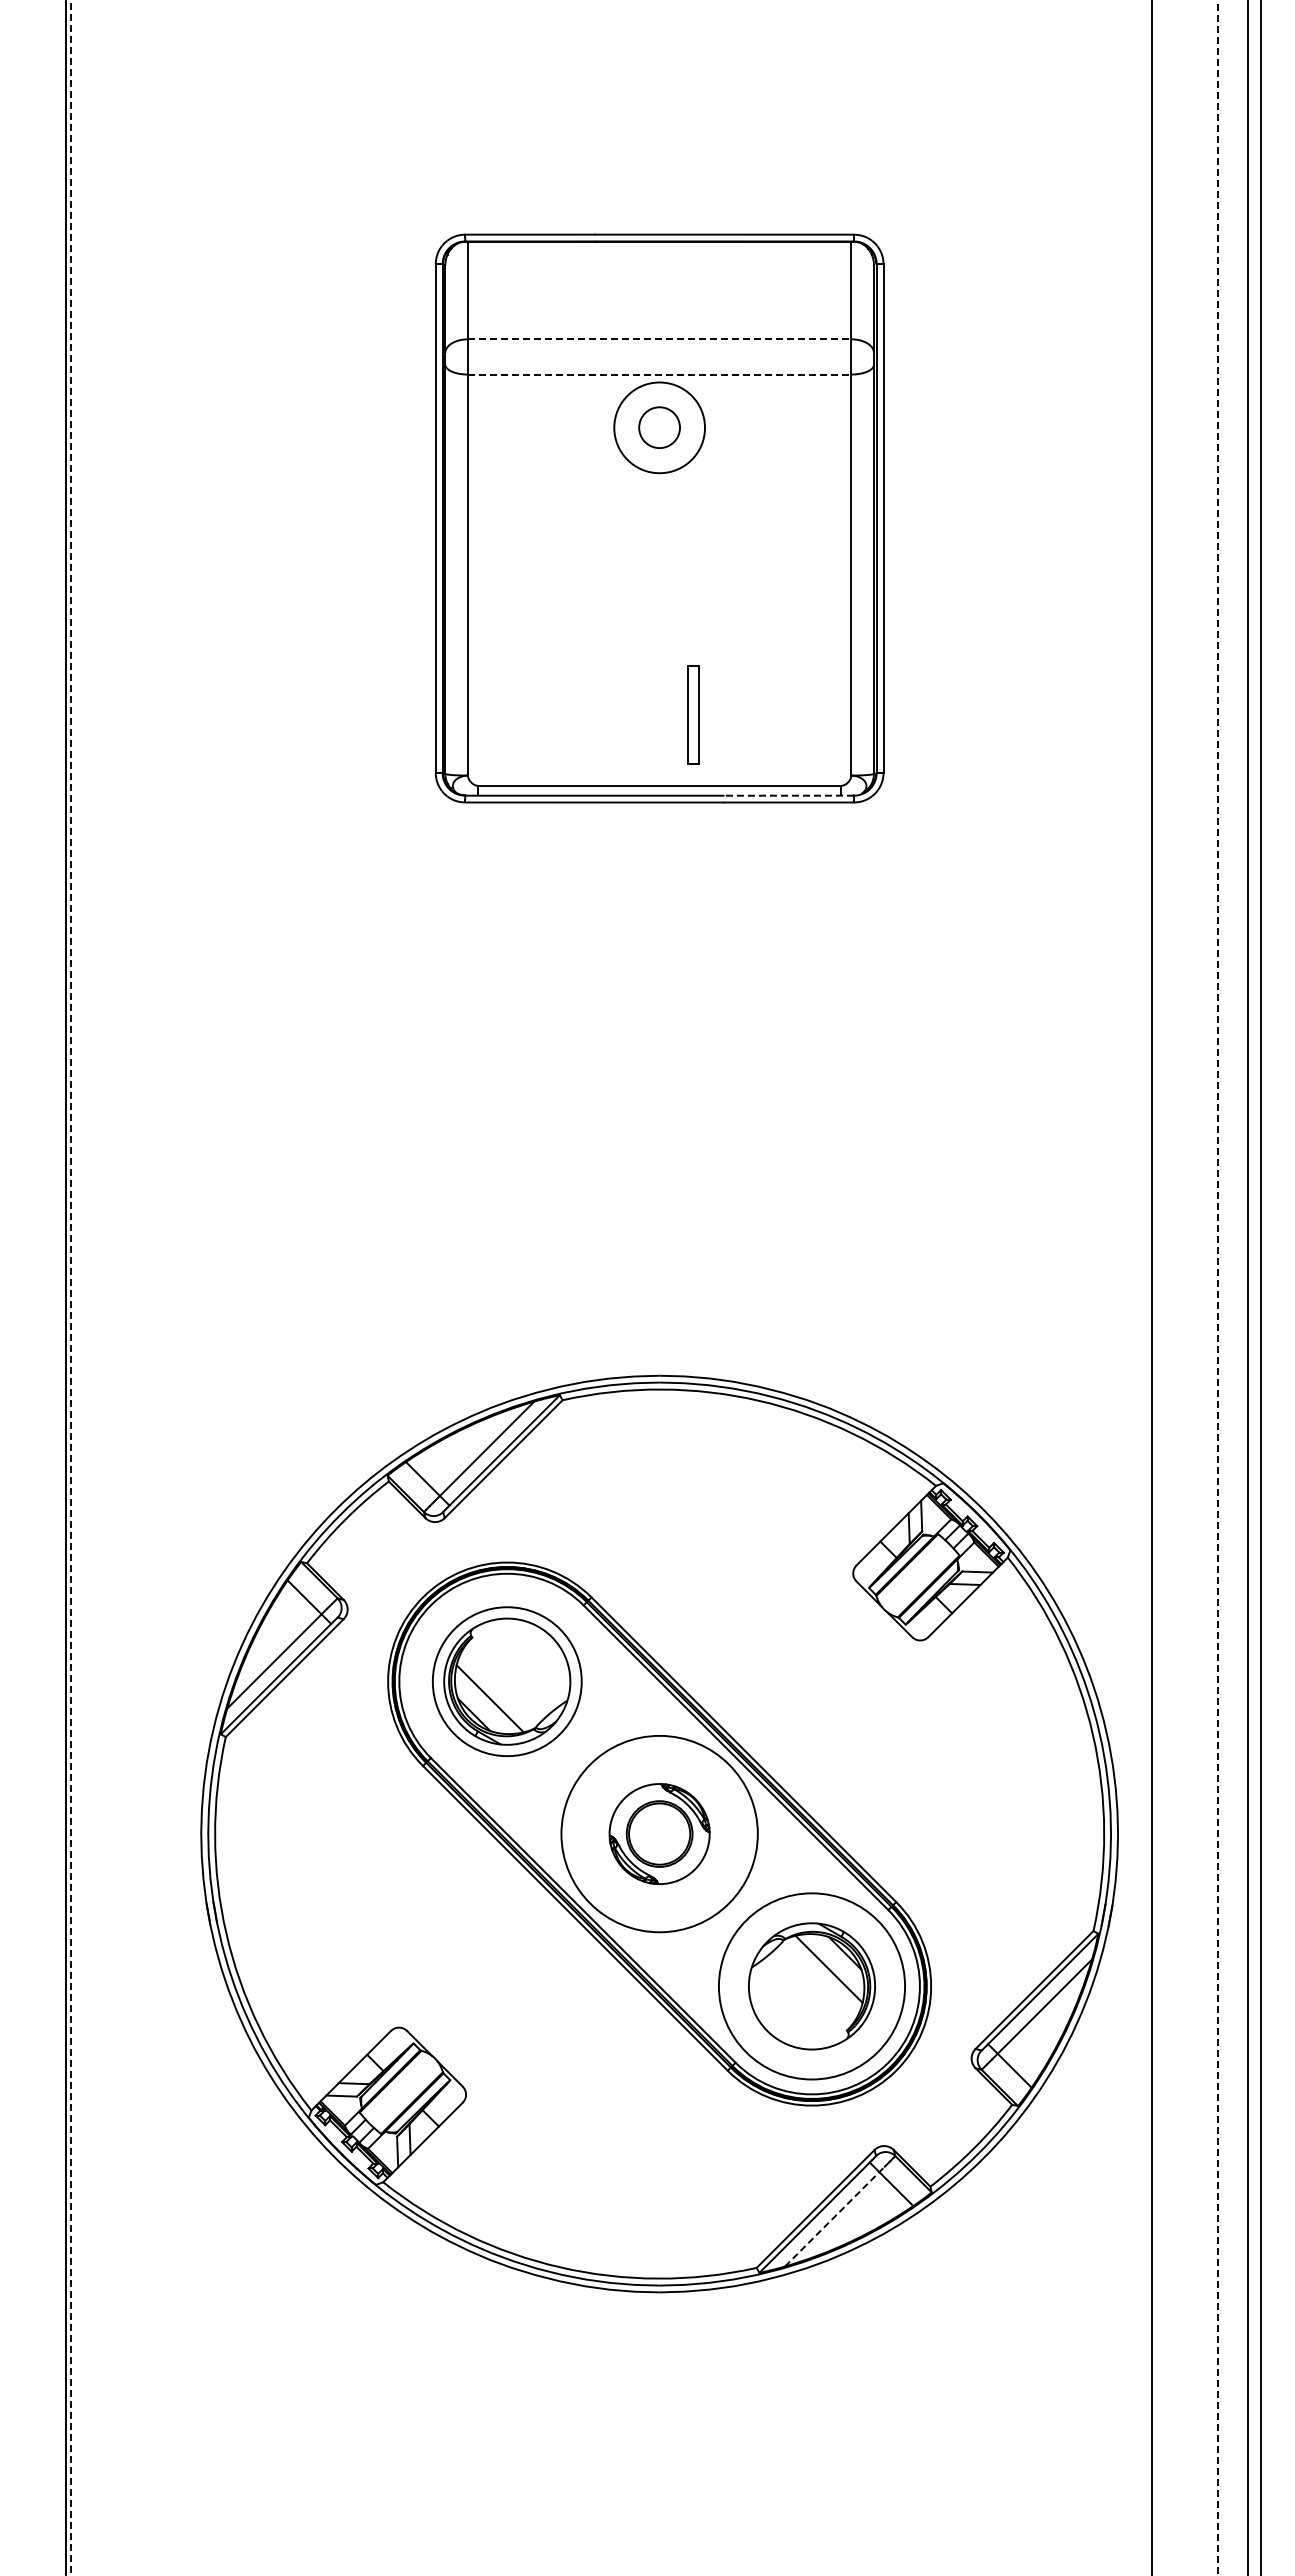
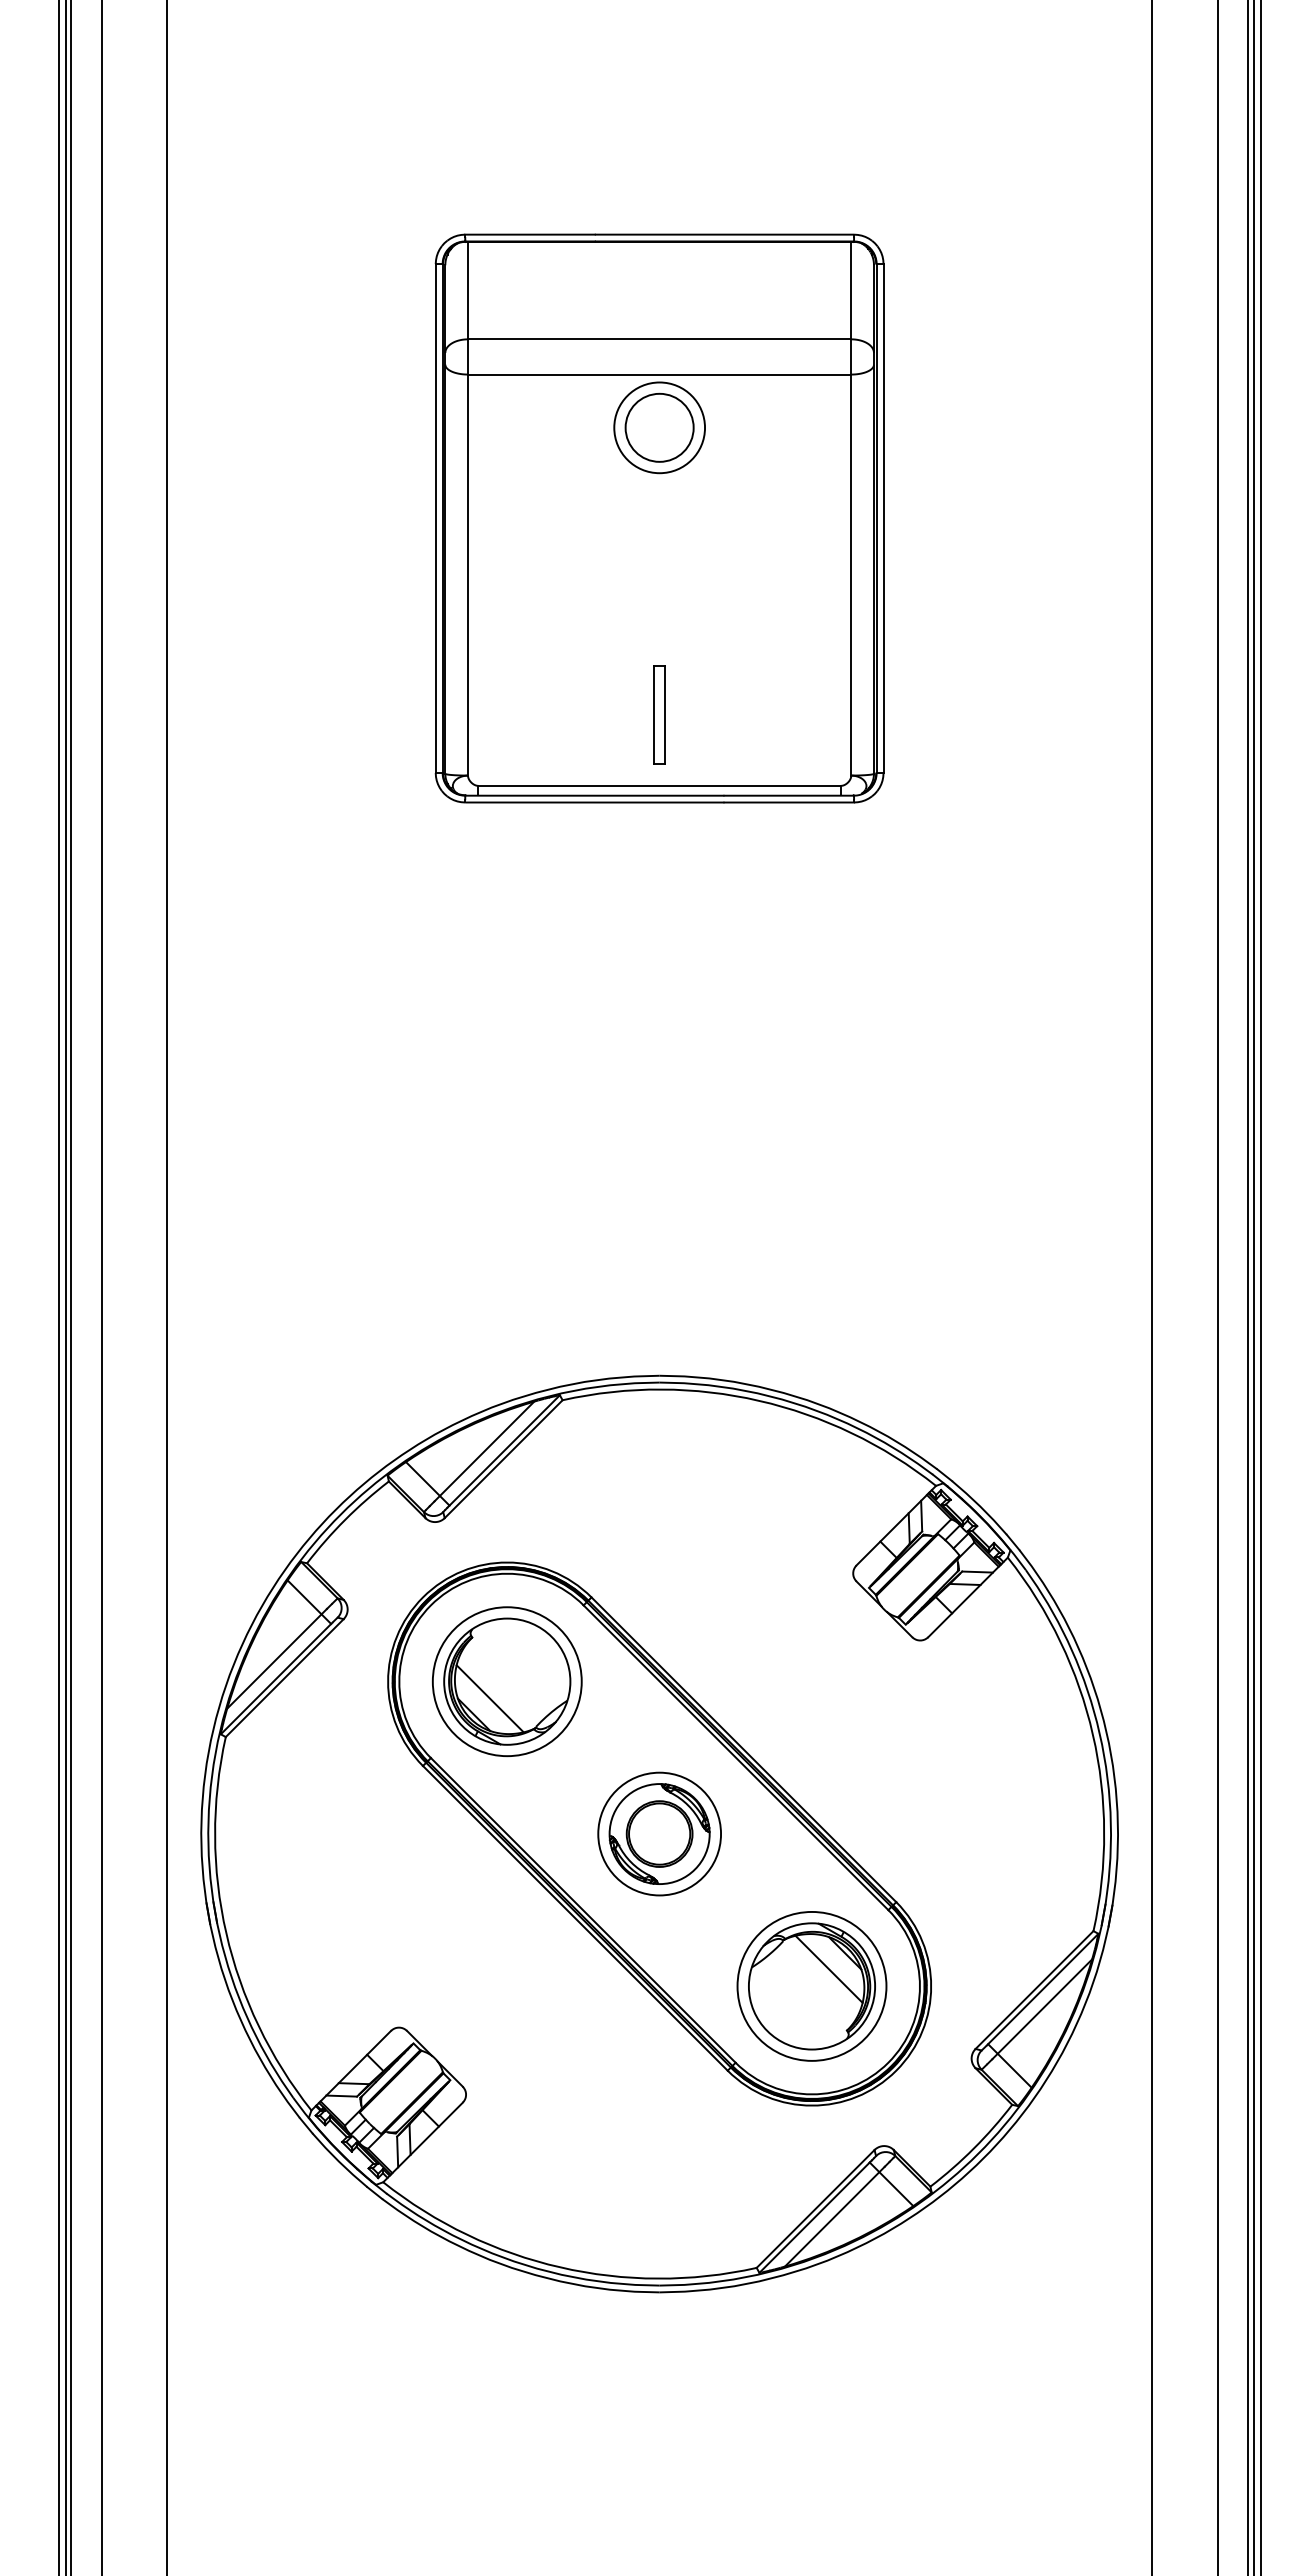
line at (659, 339): dashed -> solid
line at (659, 374): dashed -> solid
circle at (659, 427) size: 43x43 px -> 71x71 px
part at (693, 714) position: (693, 714) -> (659, 714)
line at (789, 795): dashed -> solid
line at (58, 1287): none -> present
line at (71, 1287): dashed -> solid
line at (101, 1287): none -> present
line at (167, 1287): none -> present
line at (1217, 1287): dashed -> solid
line at (1253, 1287): none -> present
circle at (659, 1833) diameter: 196 px -> 123 px
circle at (811, 1986) diameter: 186 px -> 149 px
line at (834, 2216): dashed -> solid
